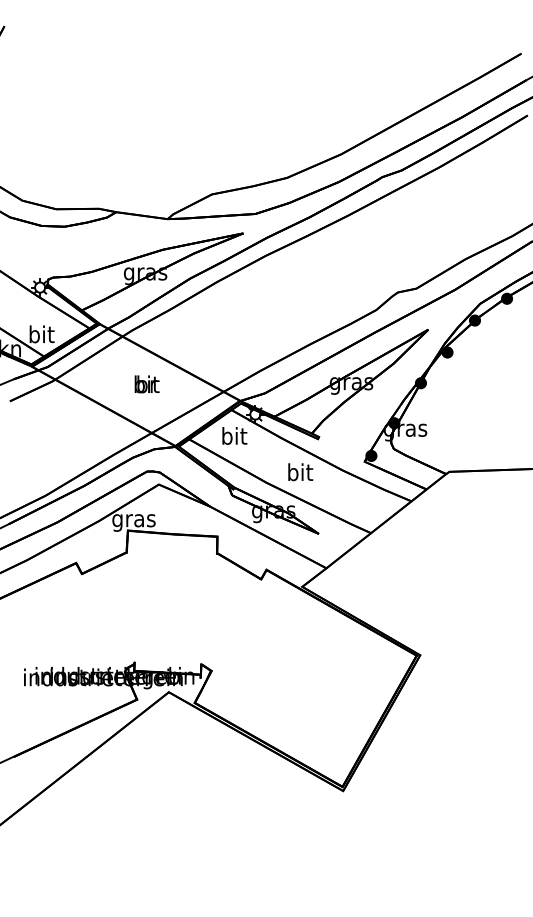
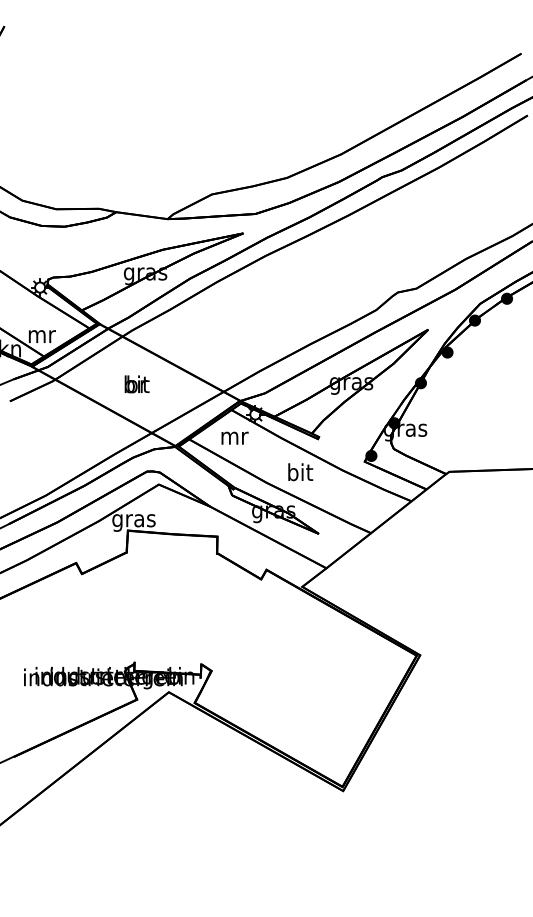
text at (41, 334): bit -> mr
text at (146, 384) position: (146, 384) -> (136, 384)
text at (234, 435): bit -> mr
